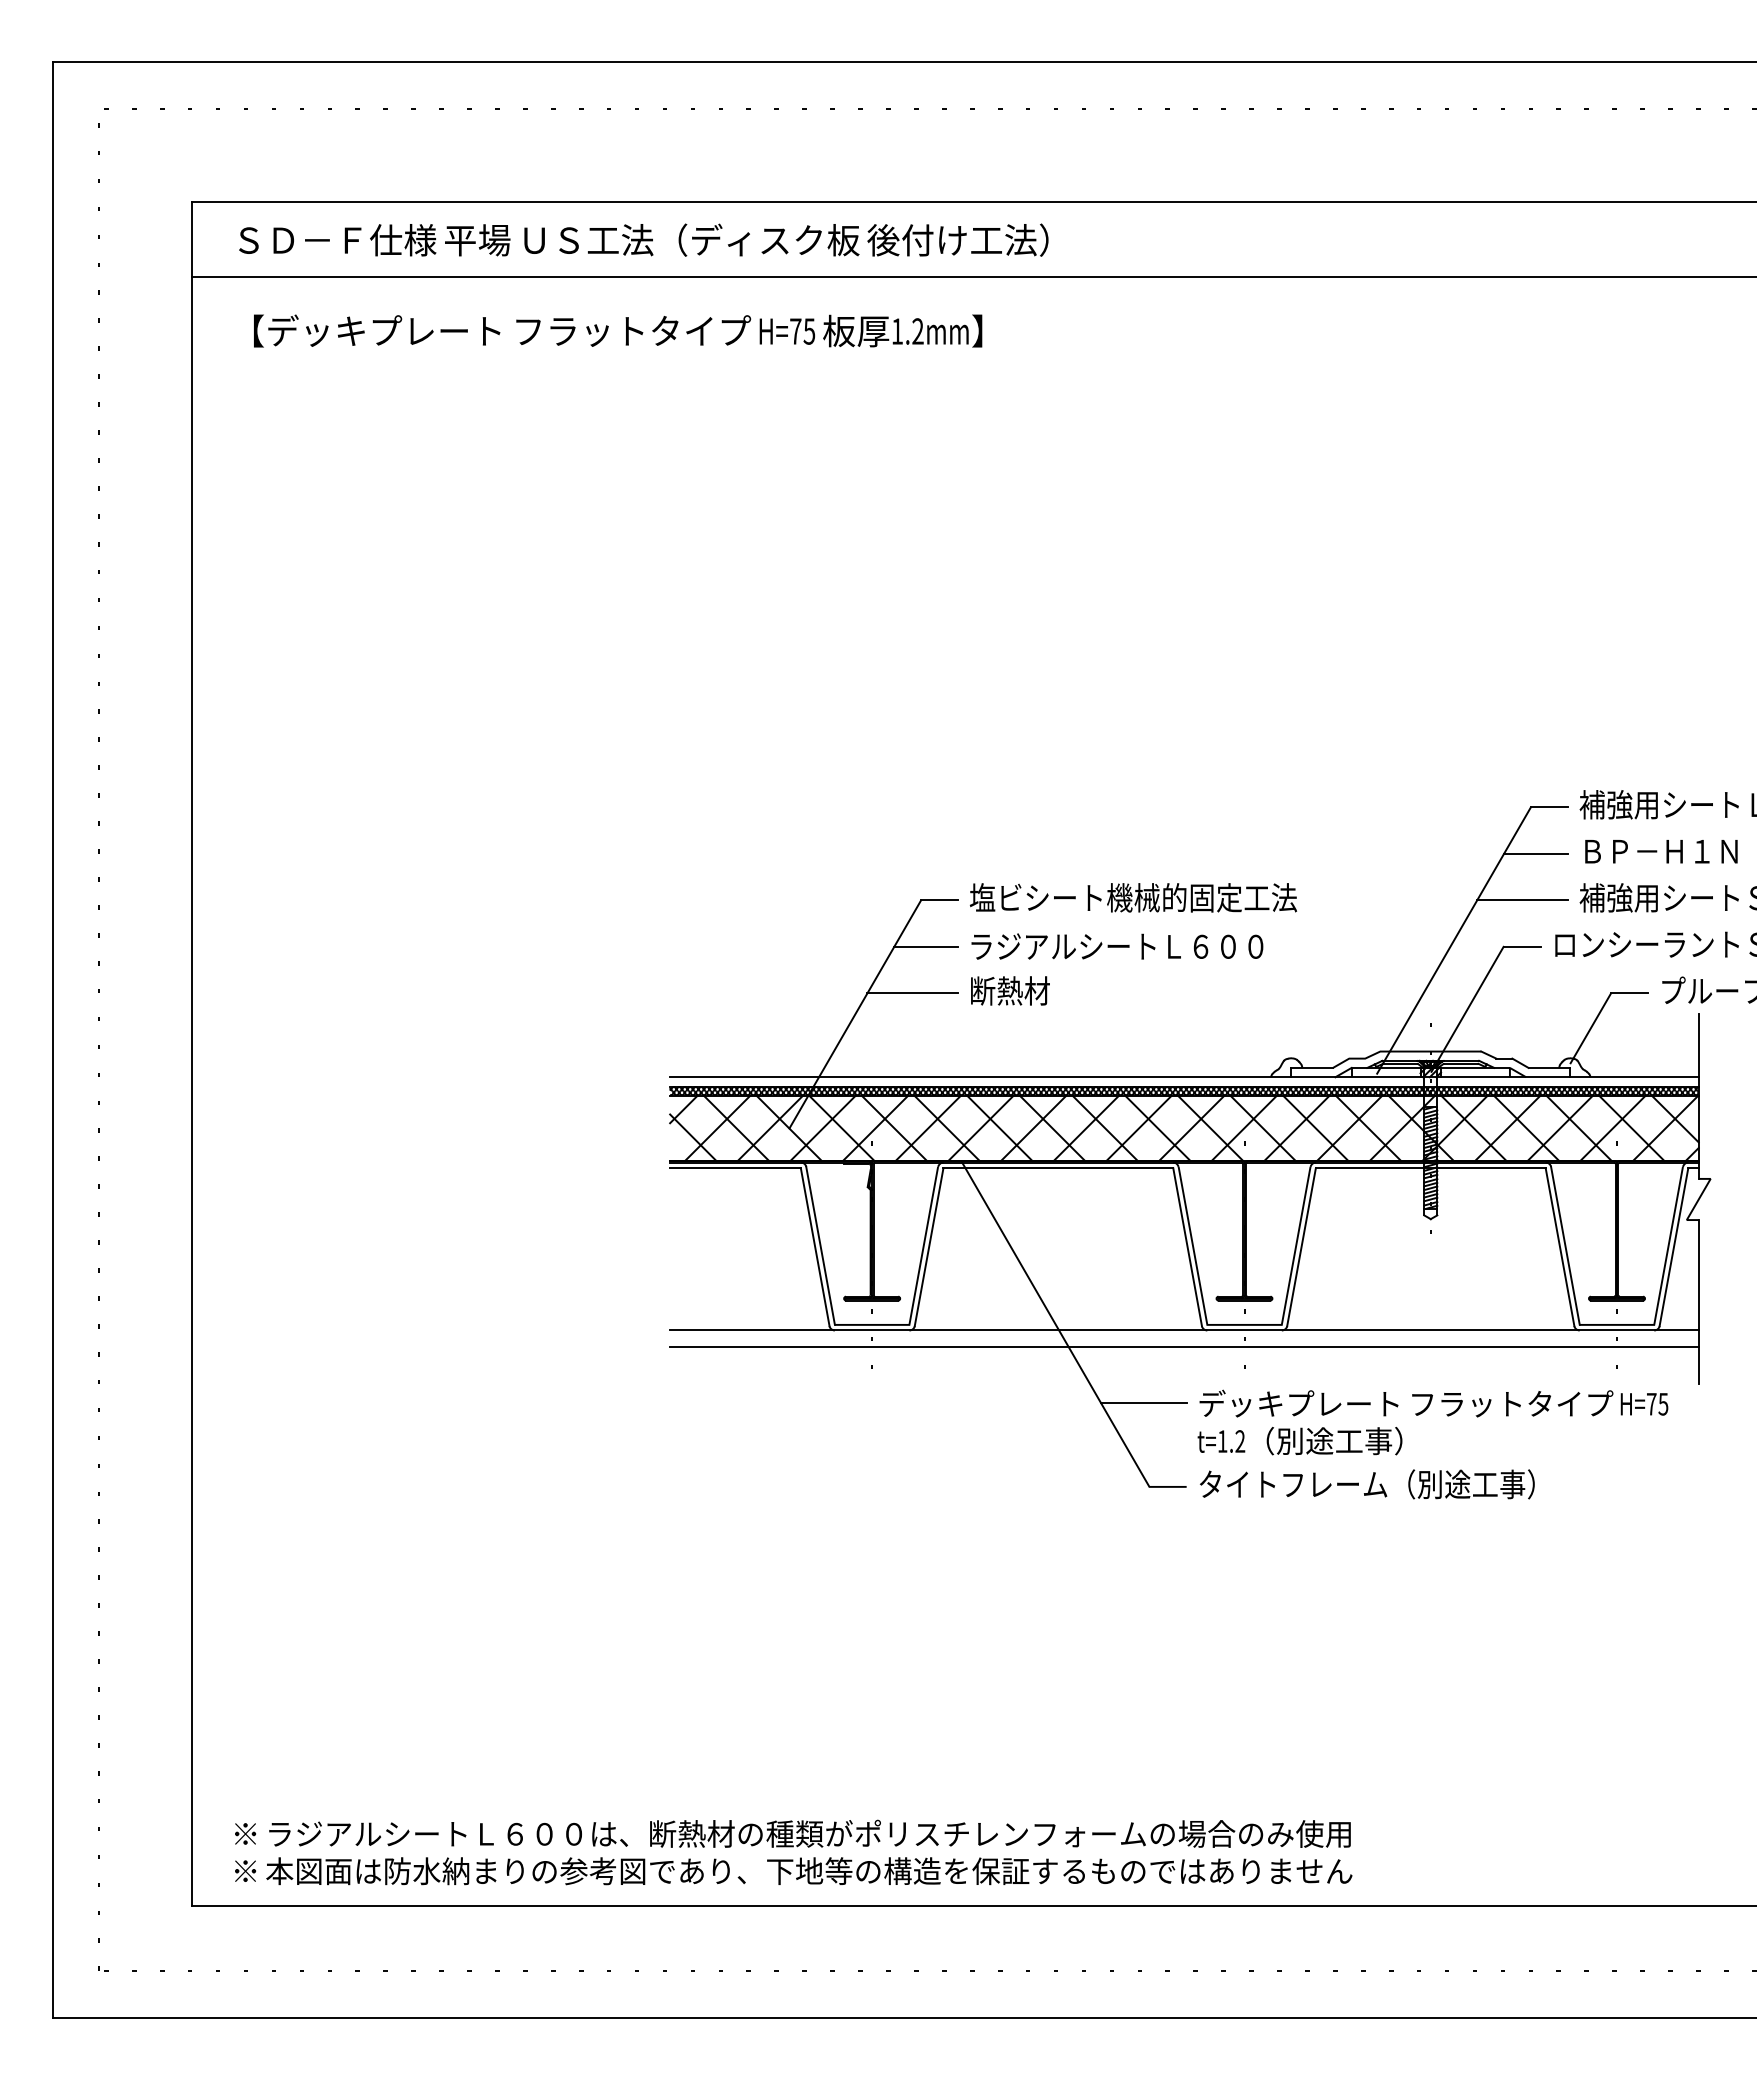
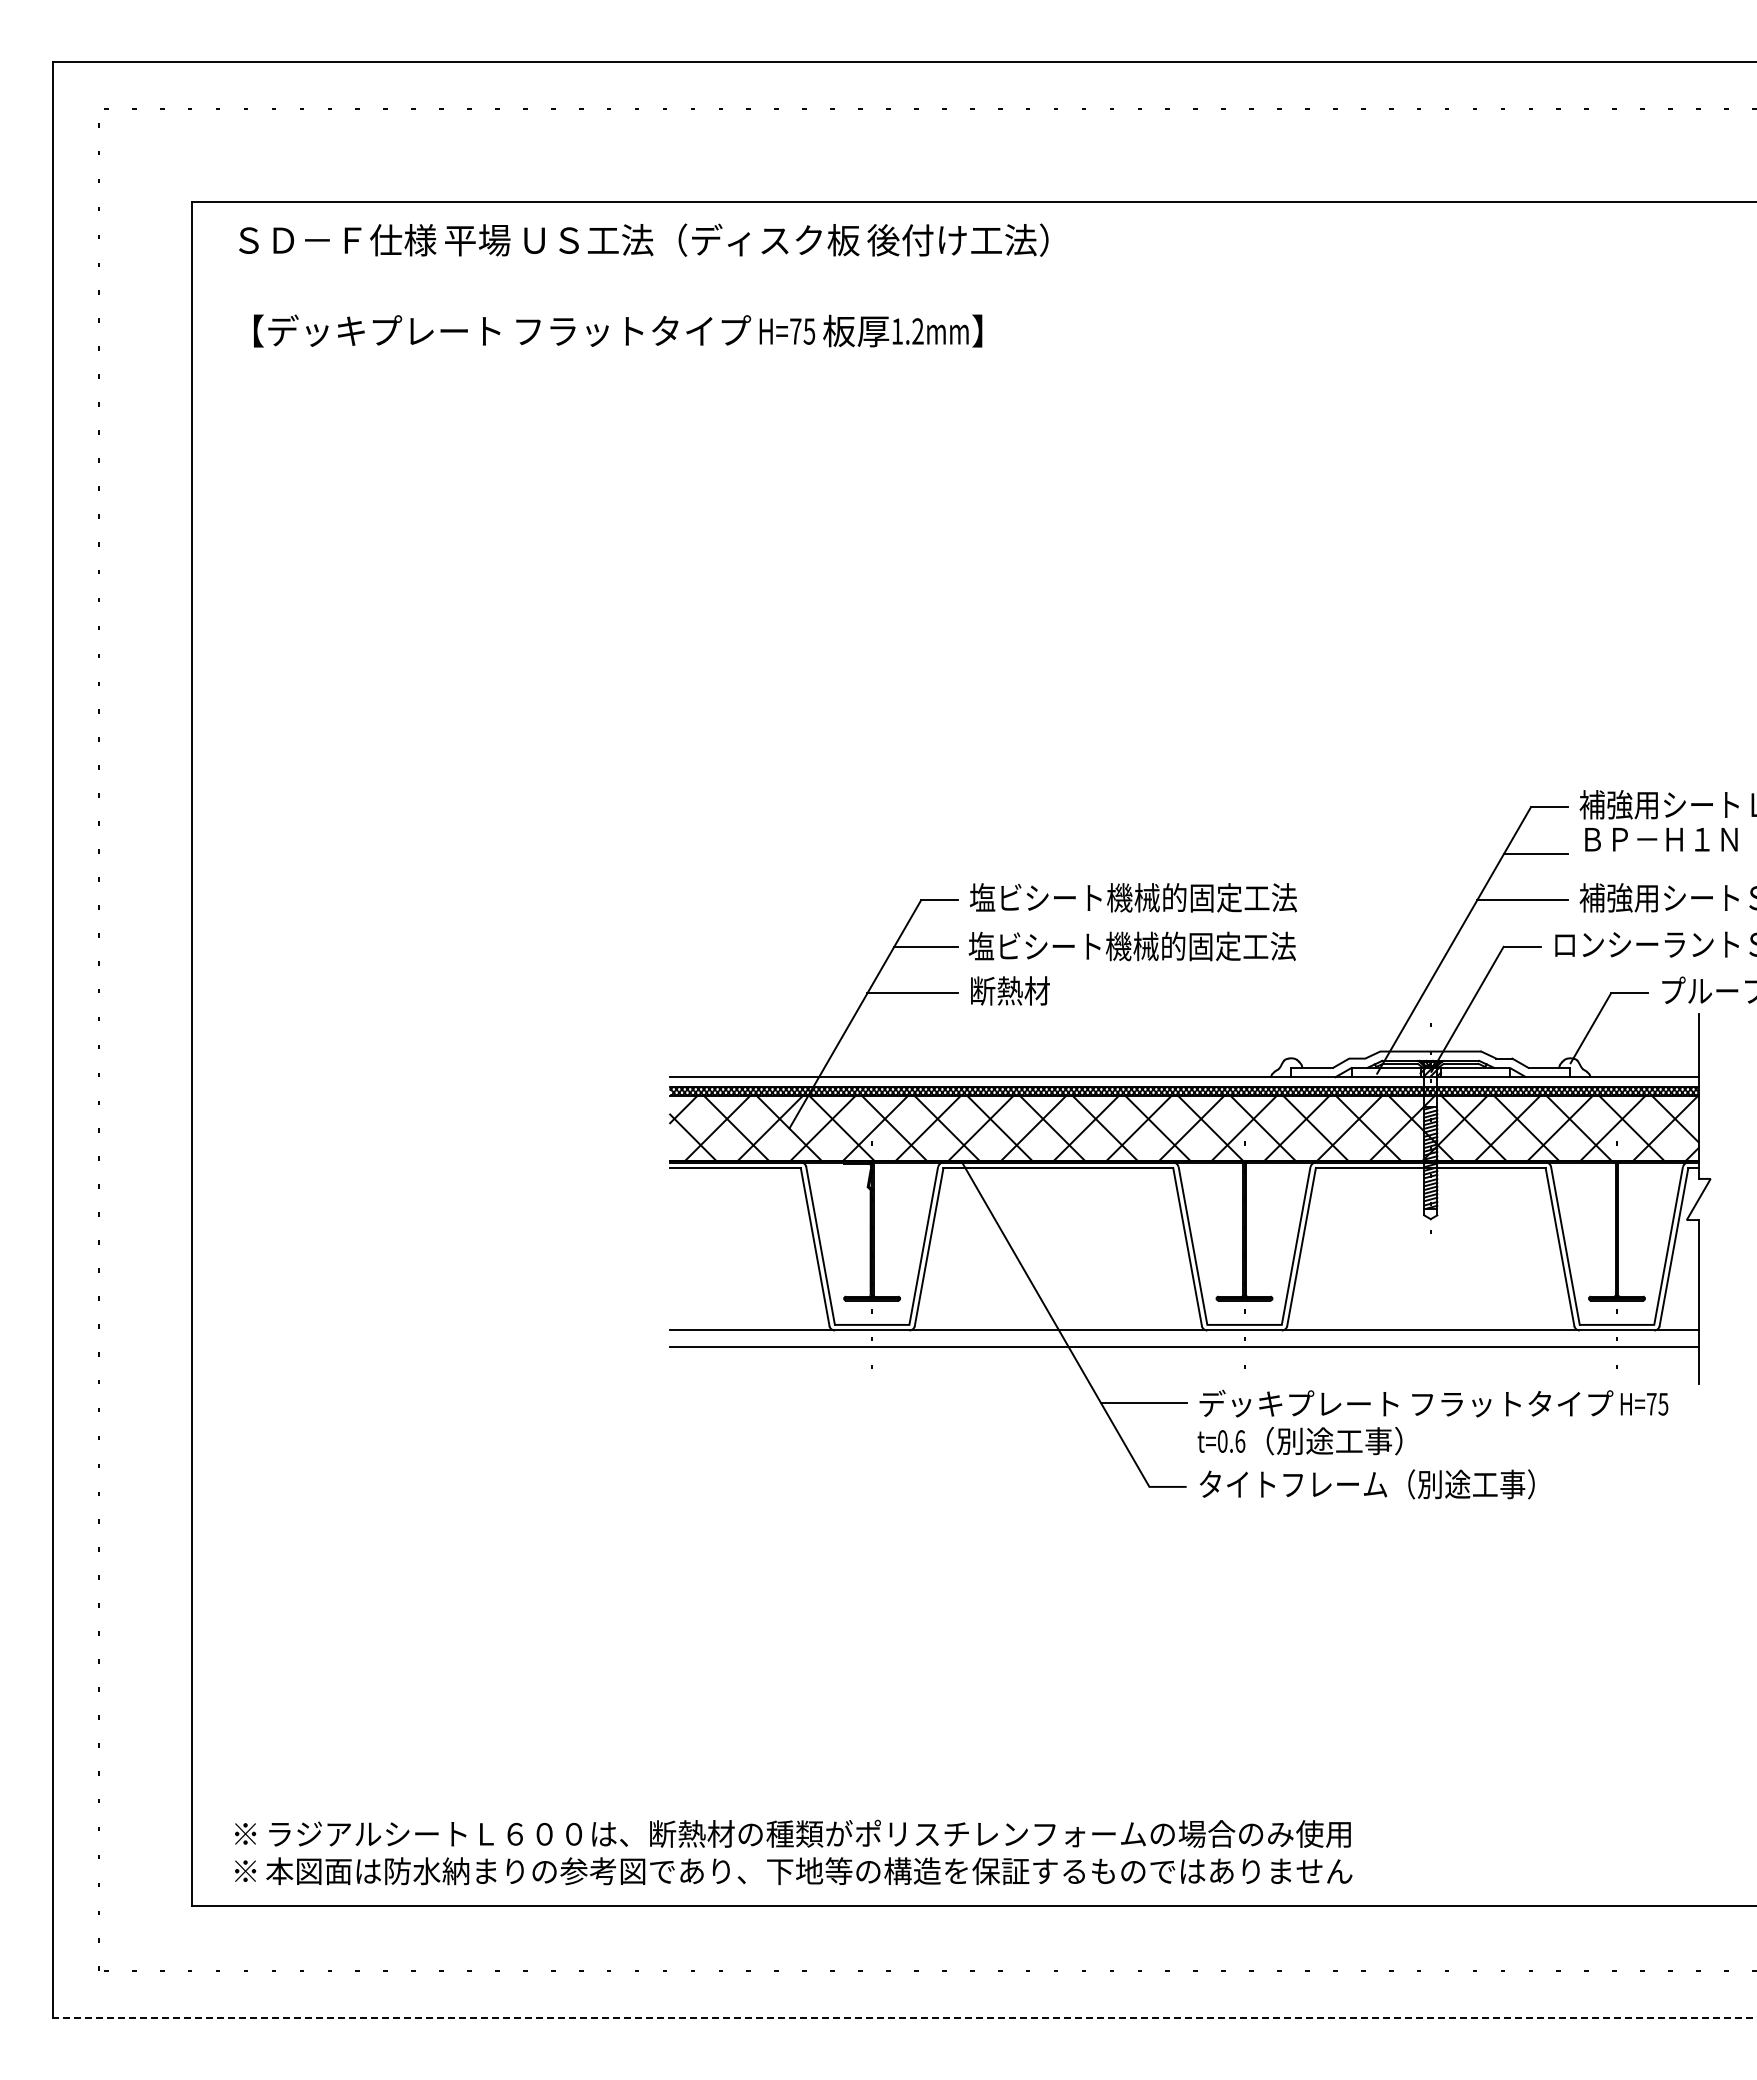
line at (972, 276): present -> none
text at (1661, 851) position: (1661, 851) -> (1661, 839)
text at (1131, 946): ラジアルシートＬ６００ -> 塩ビシート機械的固定工法
text at (1231, 1441): t=1.2 -> t=0.6
line at (904, 2017): solid -> dashed
